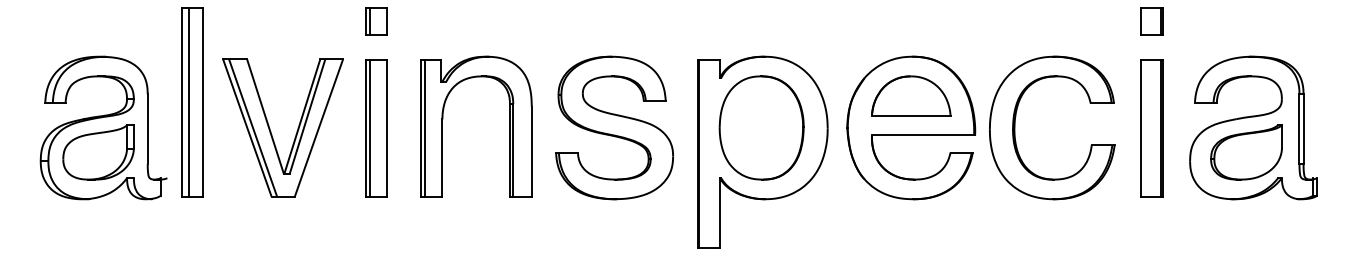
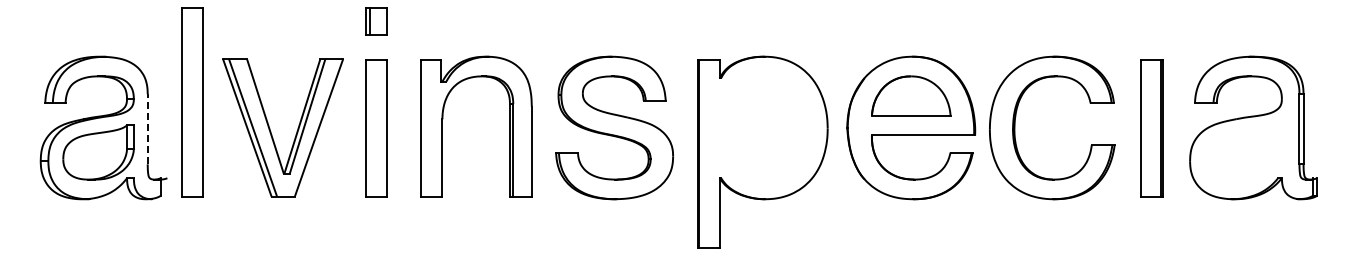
part at (1151, 21): present -> none
line at (188, 101): present -> none
line at (370, 127): present -> none
line at (424, 127): present -> none
part at (761, 127): present -> none
line at (147, 128): solid -> dashed
part at (1246, 152): present -> none
